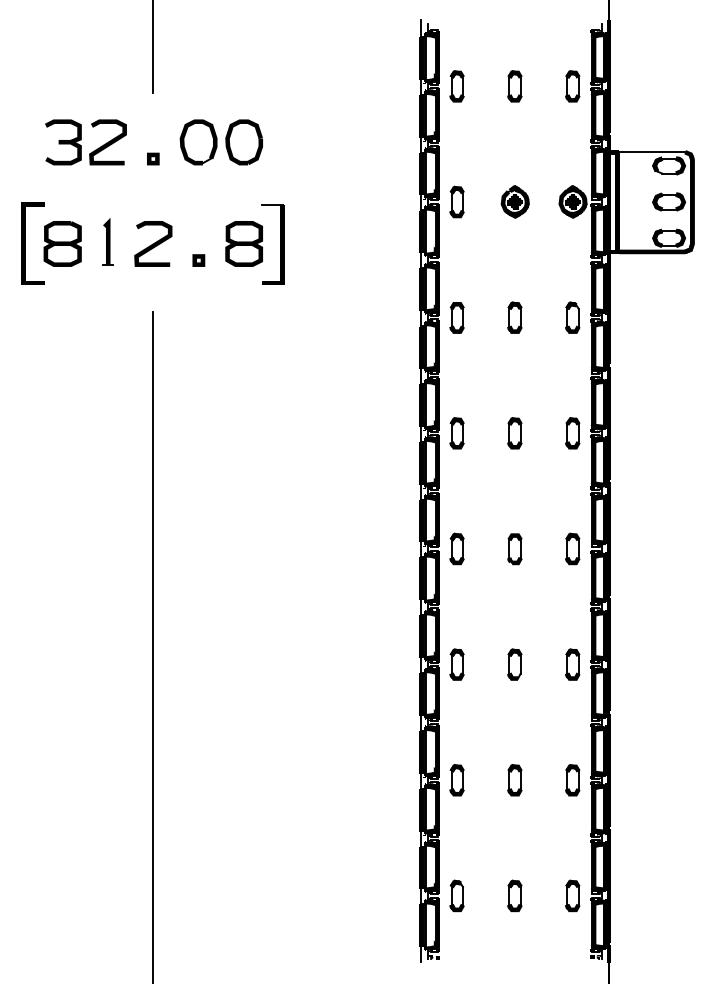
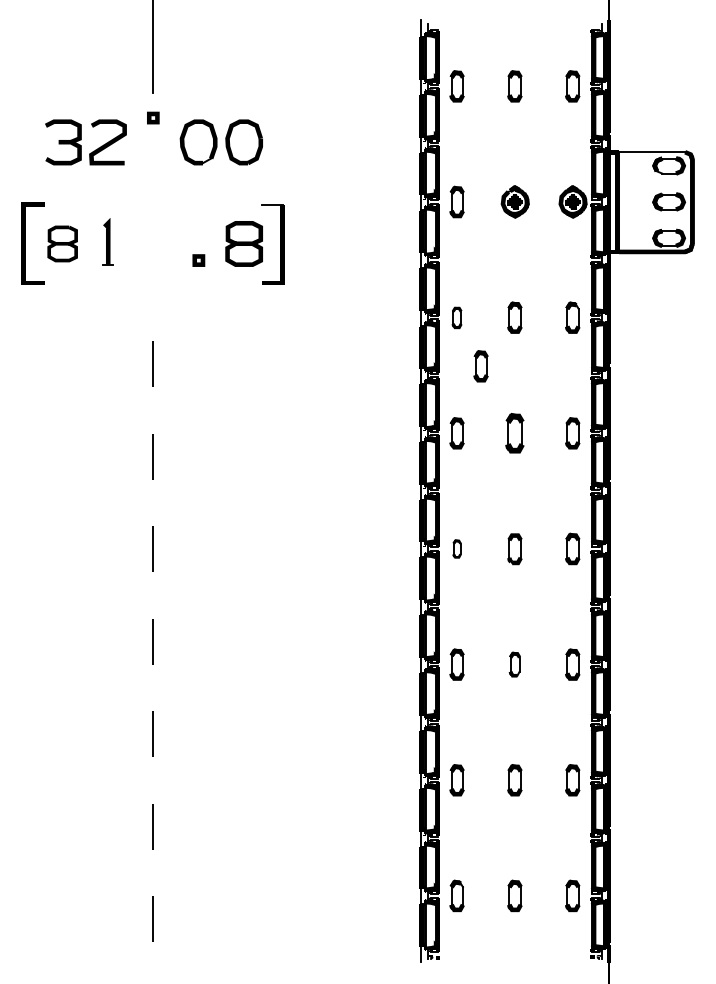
part at (153, 158) position: (153, 158) -> (153, 117)
part at (62, 243) size: 39x46 px -> 31x38 px
curve at (153, 243): present -> none
part at (456, 317) size: 16x32 px -> 12x24 px
part at (480, 366): none -> present
part at (514, 433) size: 16x33 px -> 20x41 px
part at (456, 548) size: 16x34 px -> 10x20 px
line at (153, 647): solid -> dashed
part at (514, 664) size: 16x33 px -> 13x27 px
